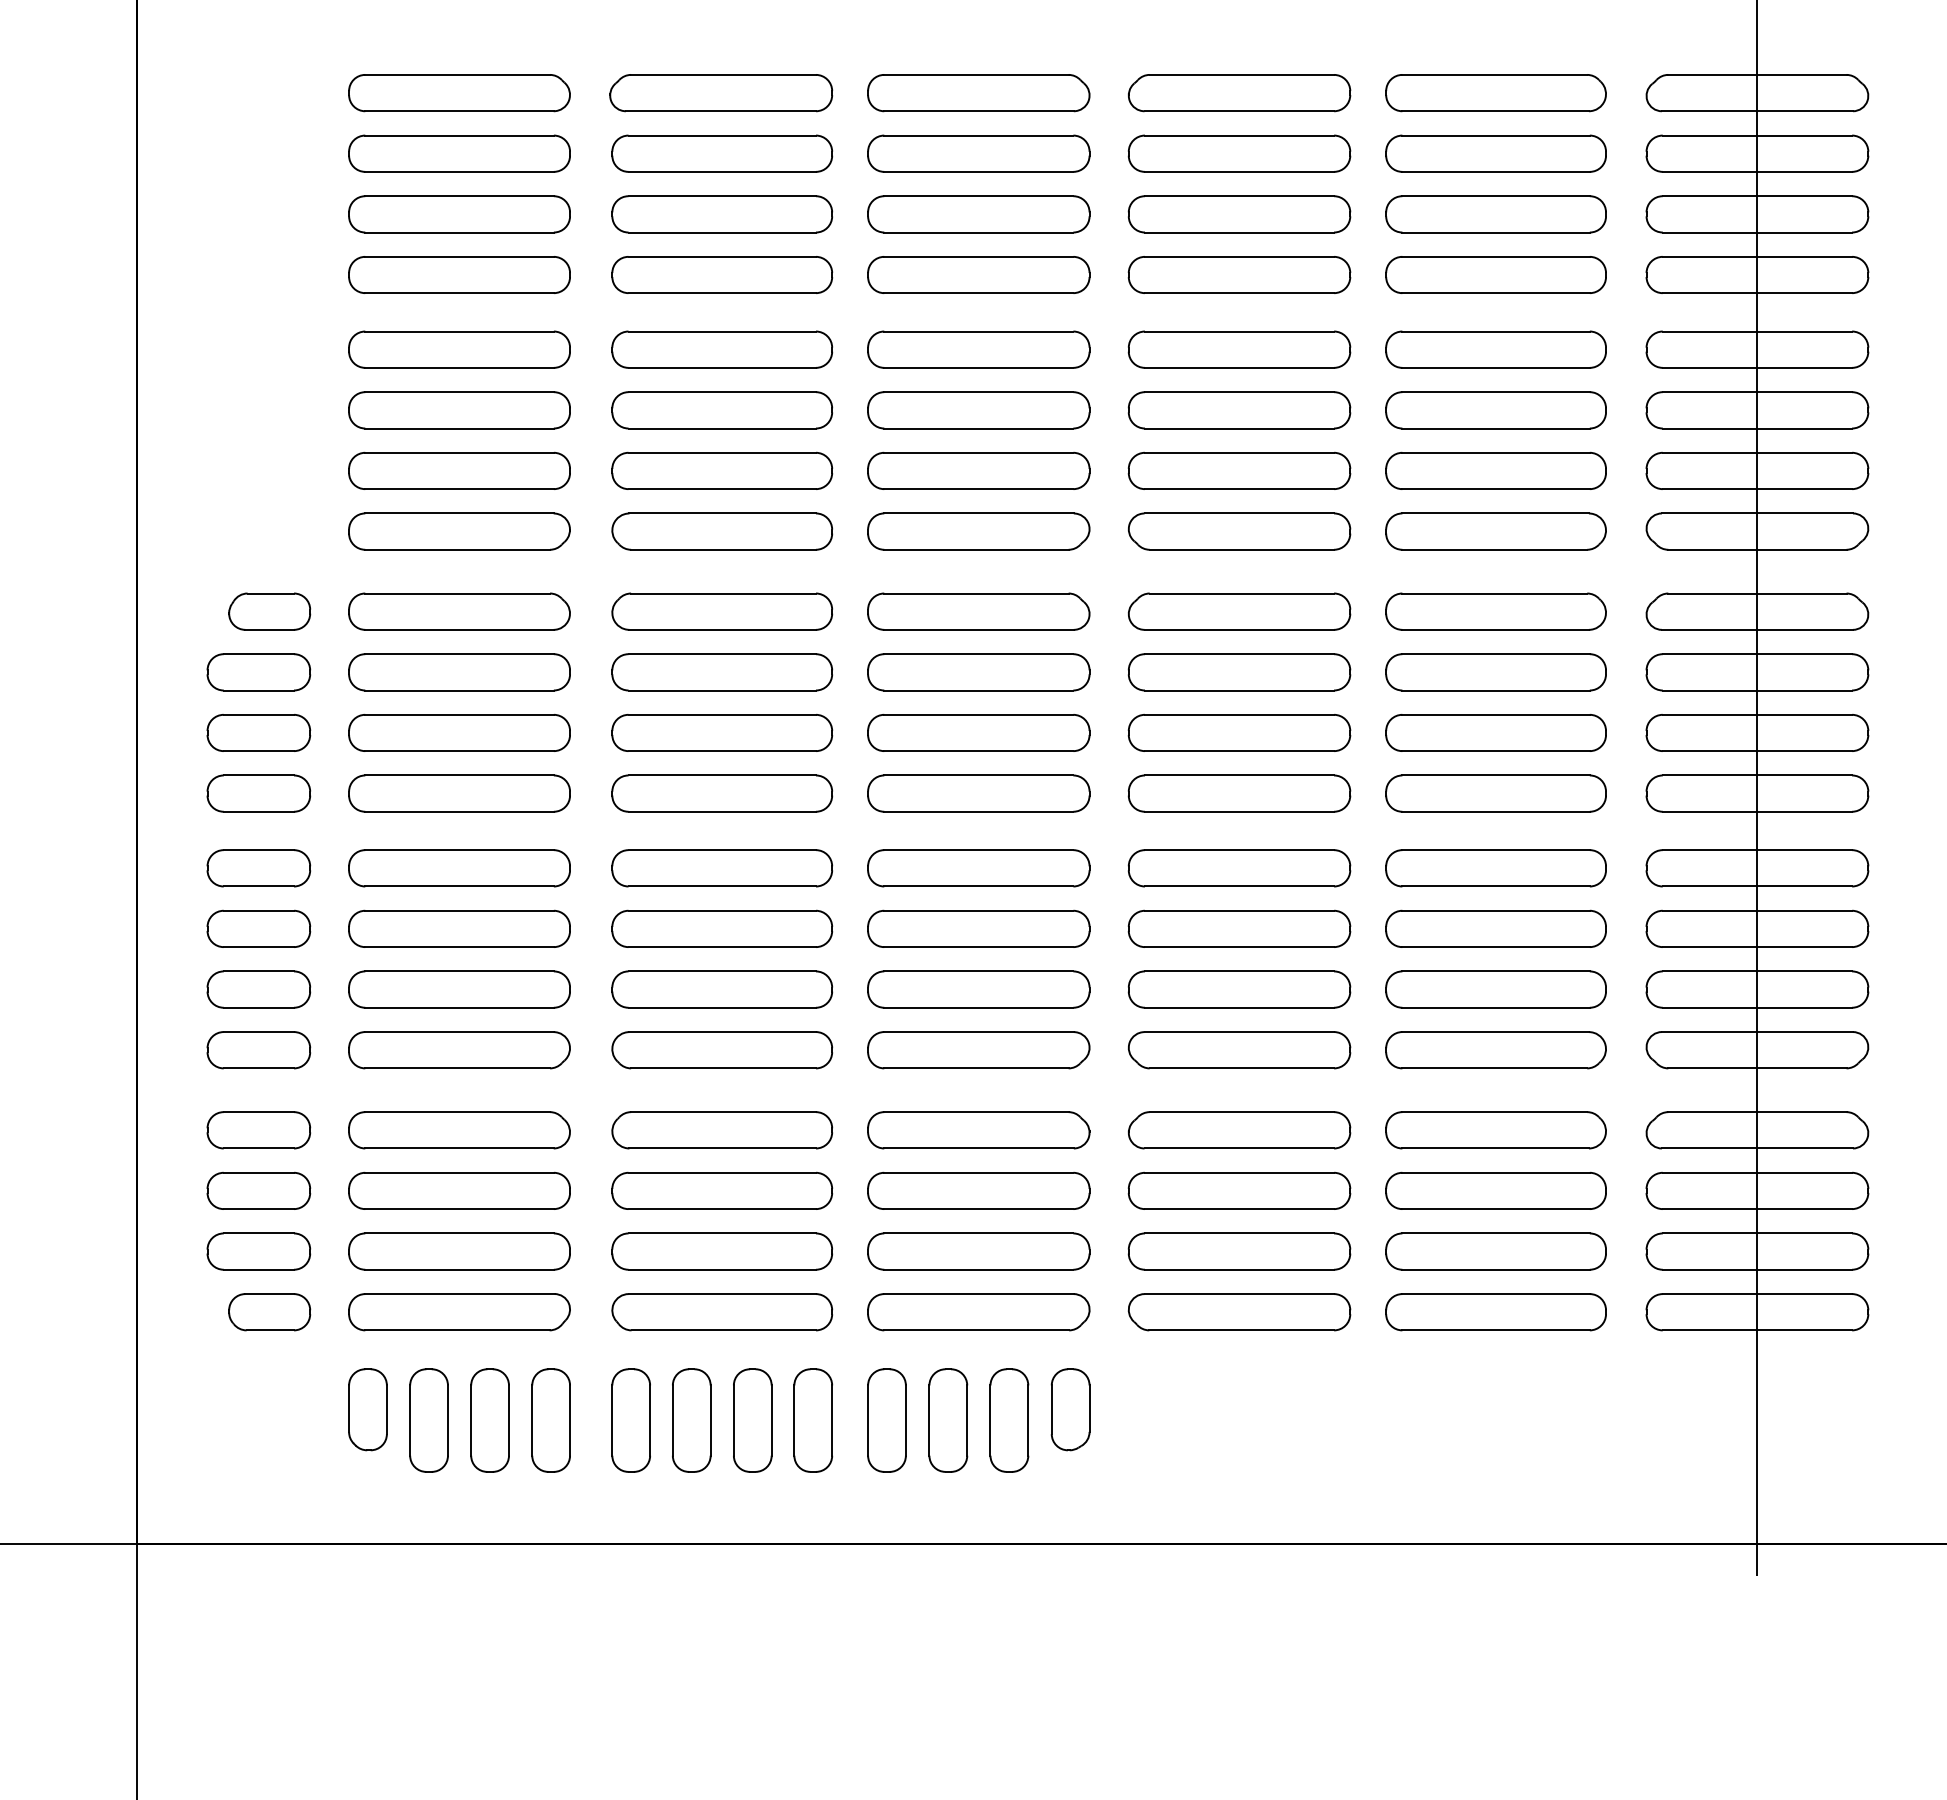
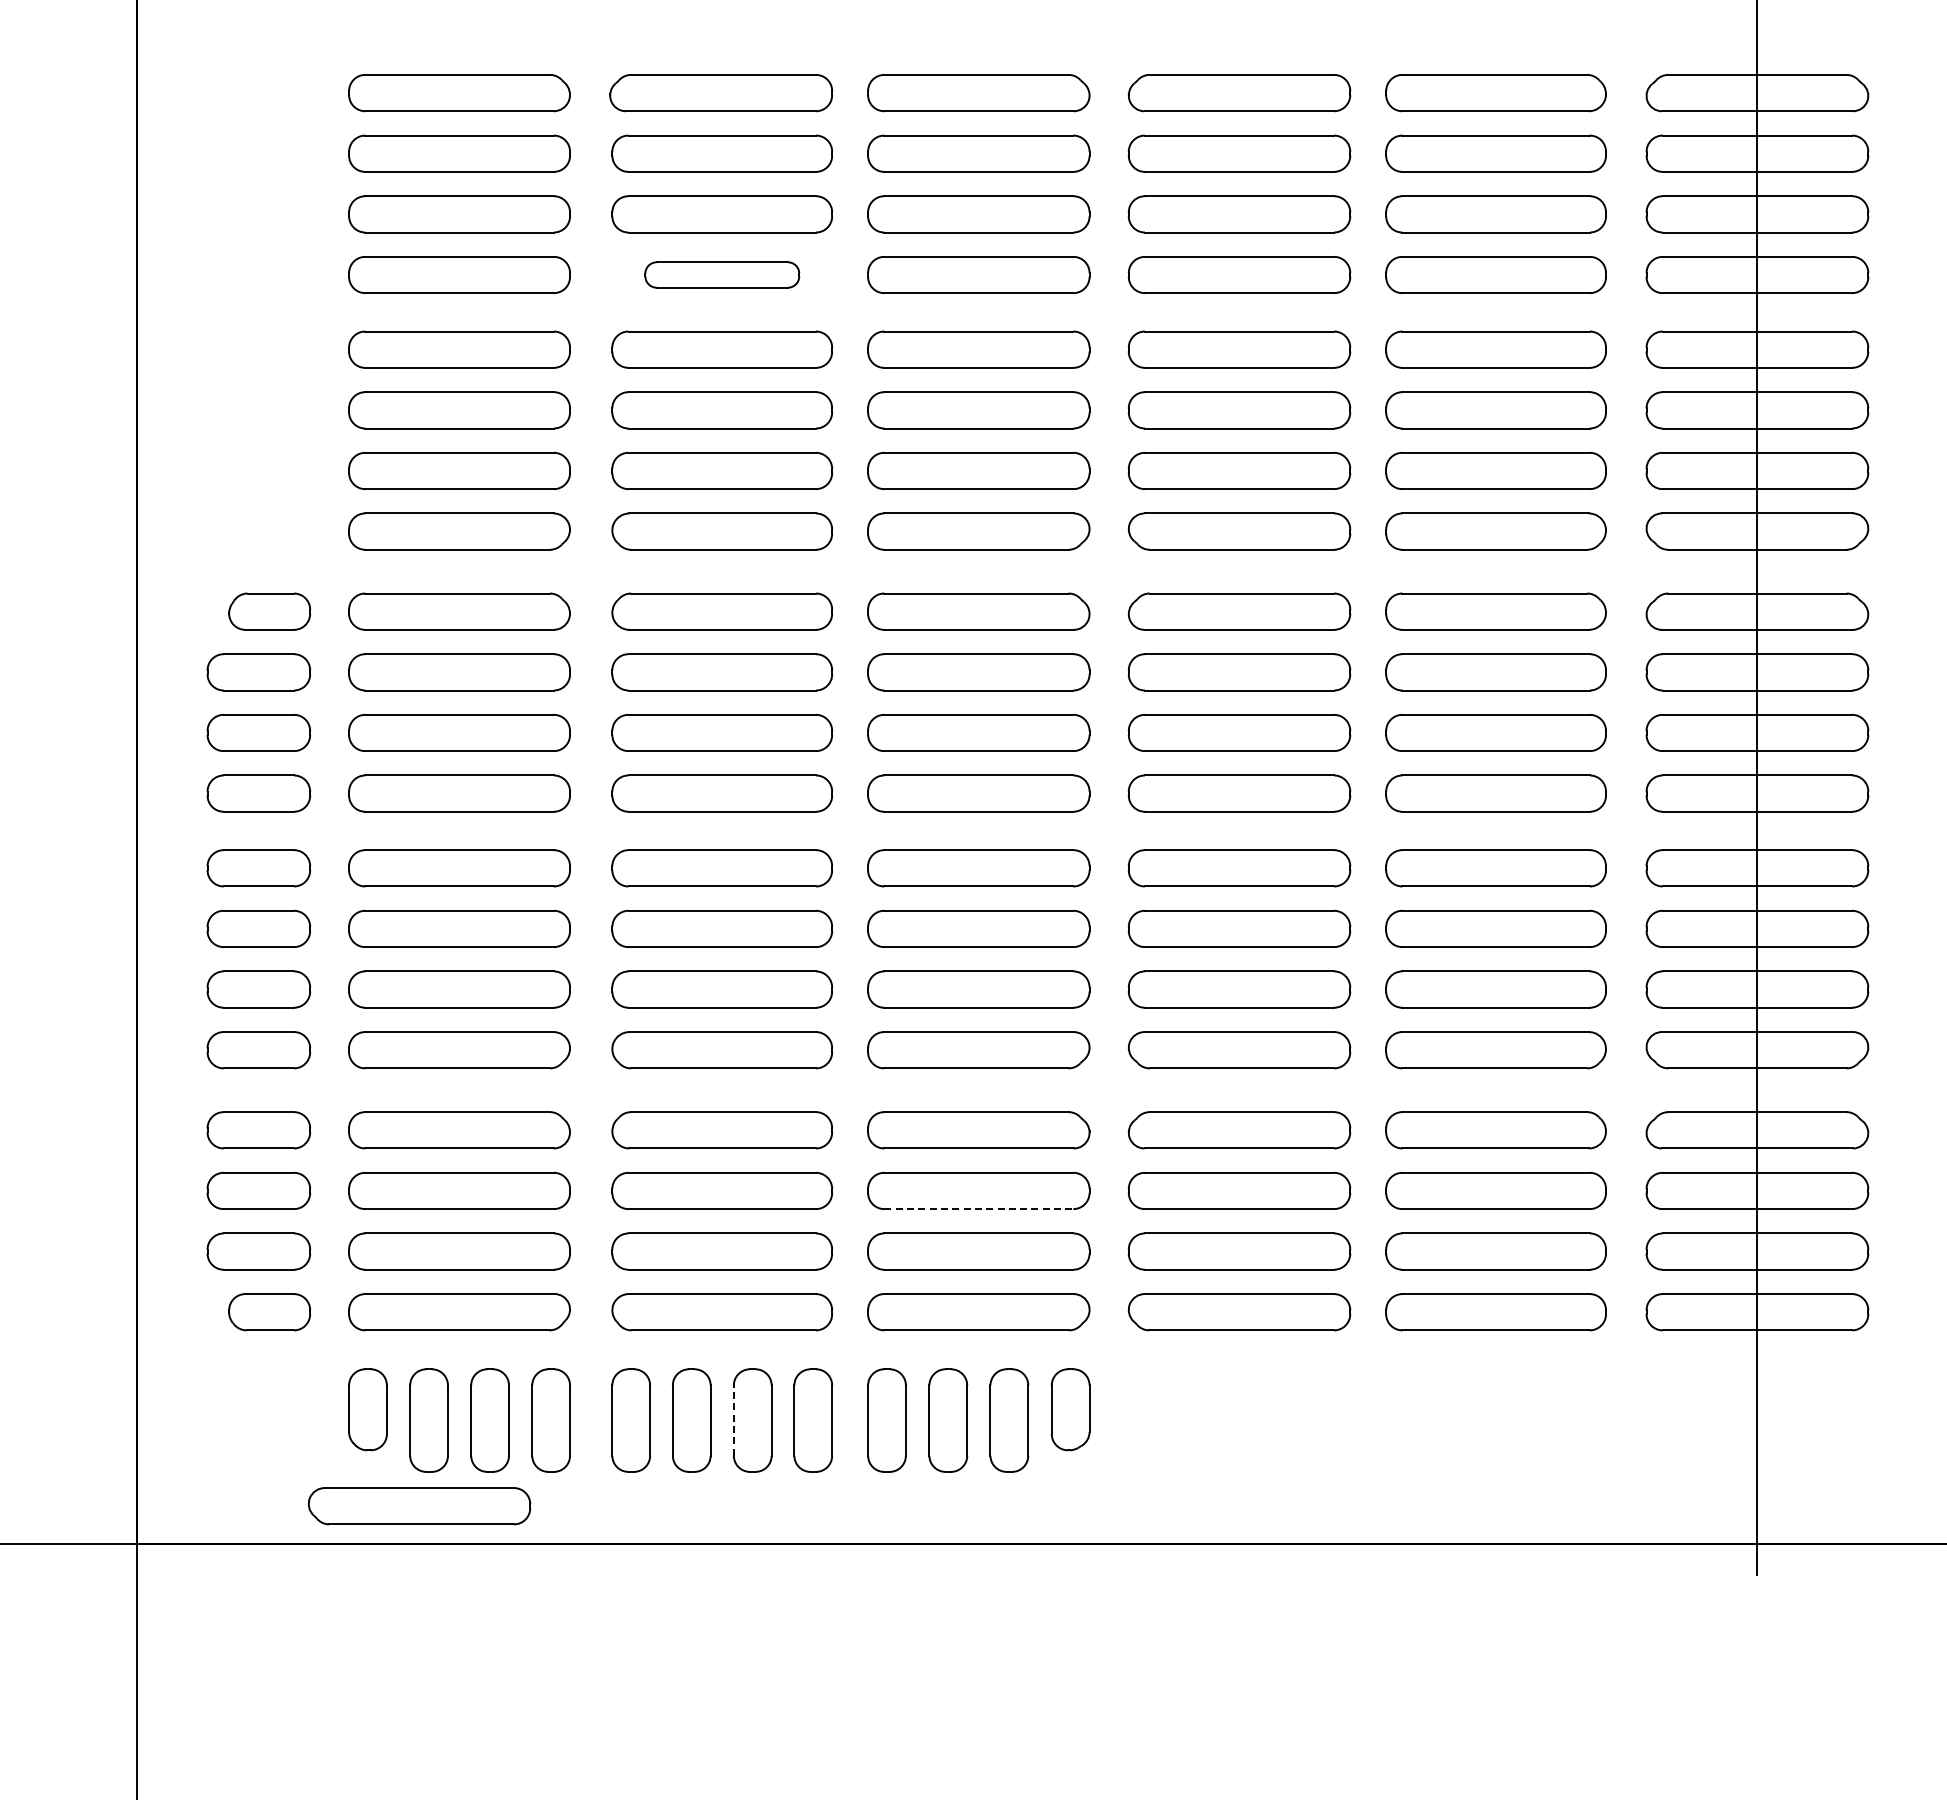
part at (722, 274) size: 223x38 px -> 157x28 px
line at (978, 1209): solid -> dashed
line at (733, 1420): solid -> dashed
part at (419, 1506): none -> present
